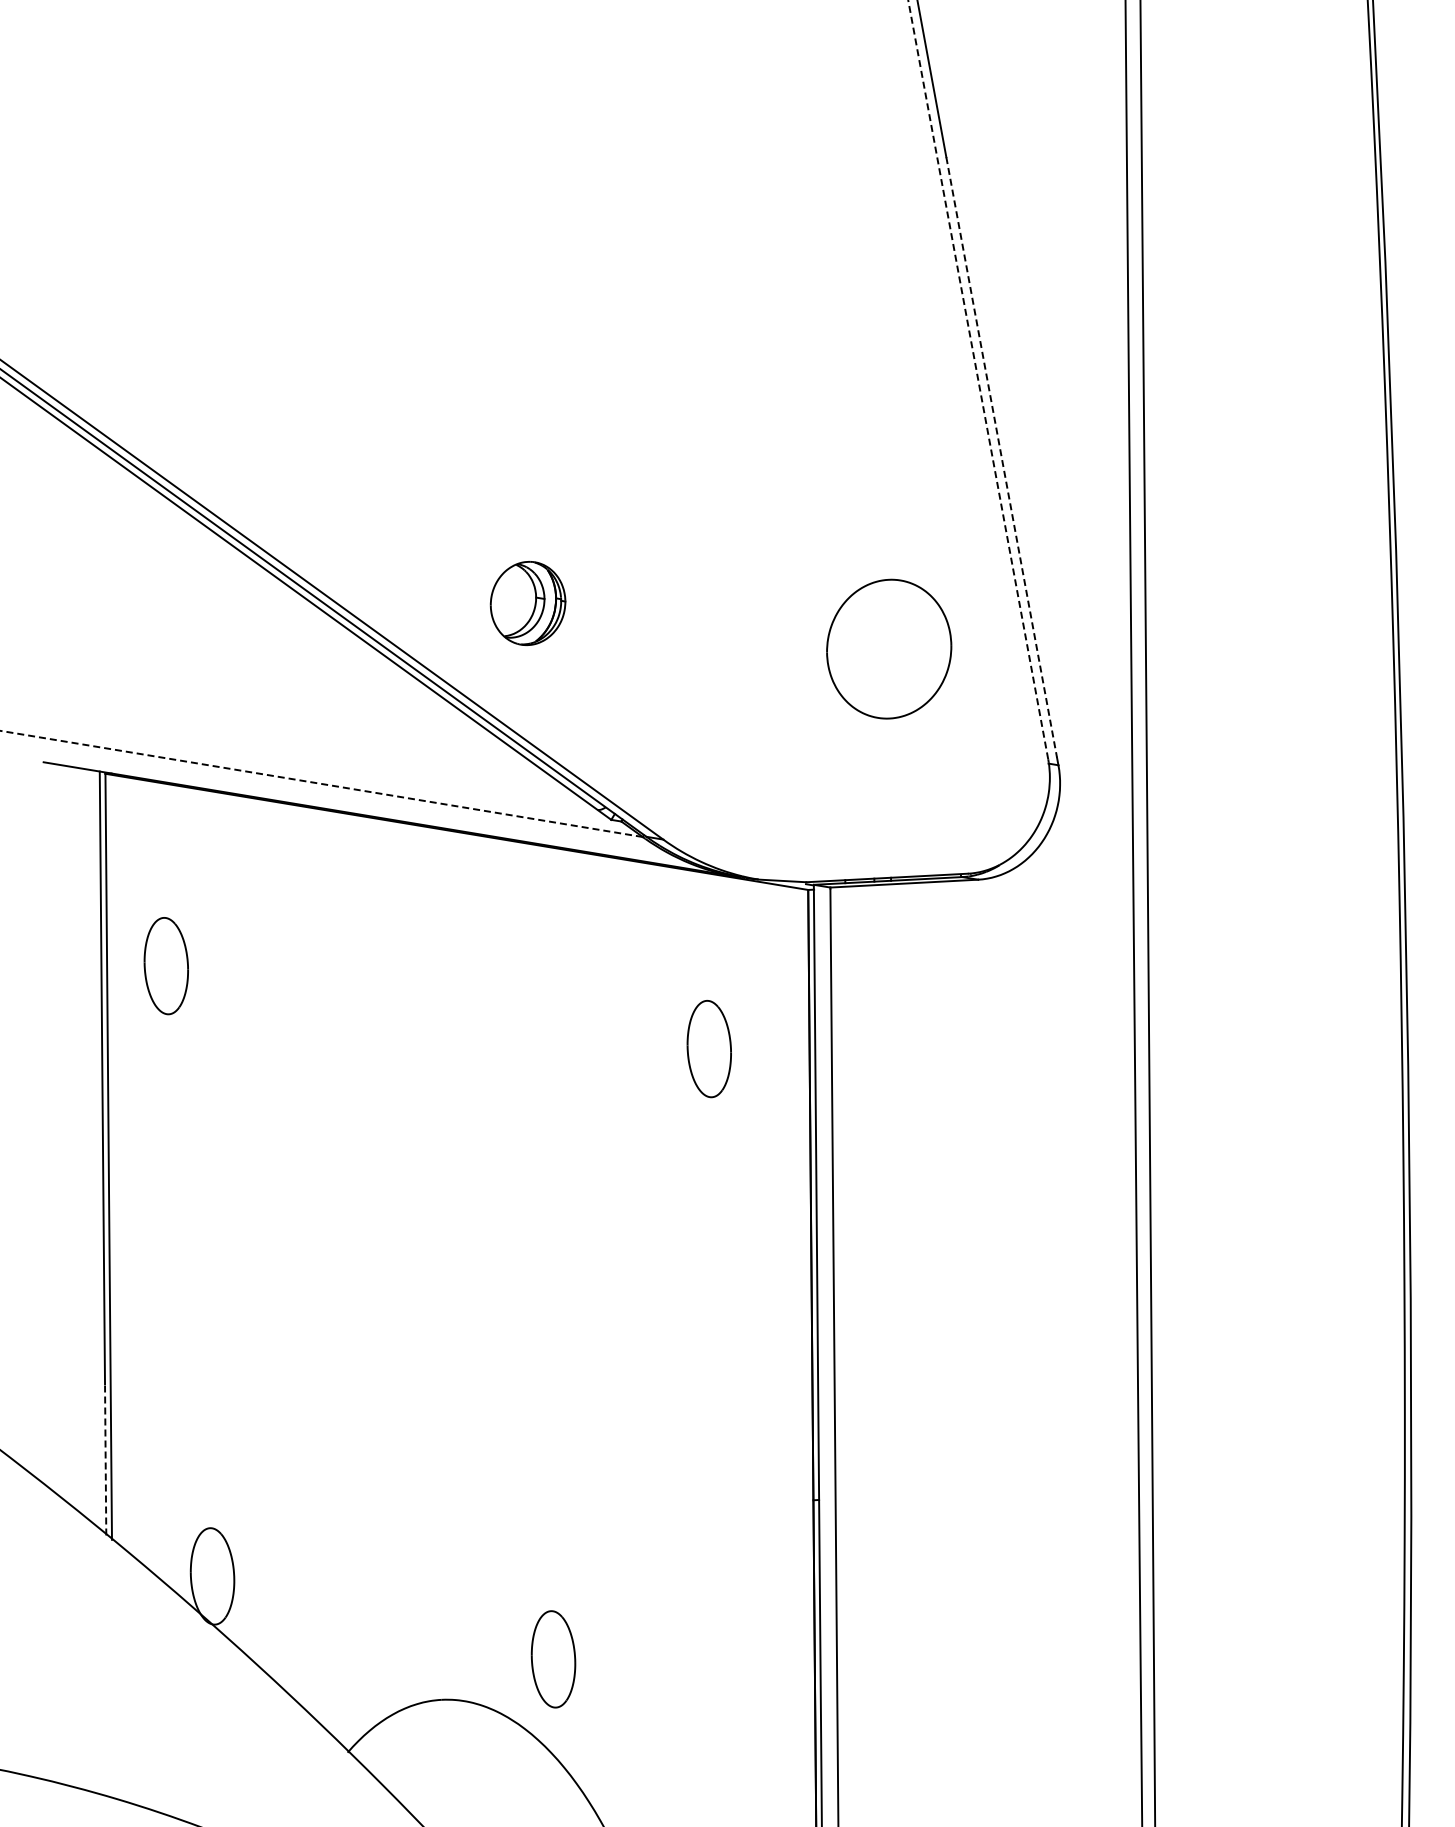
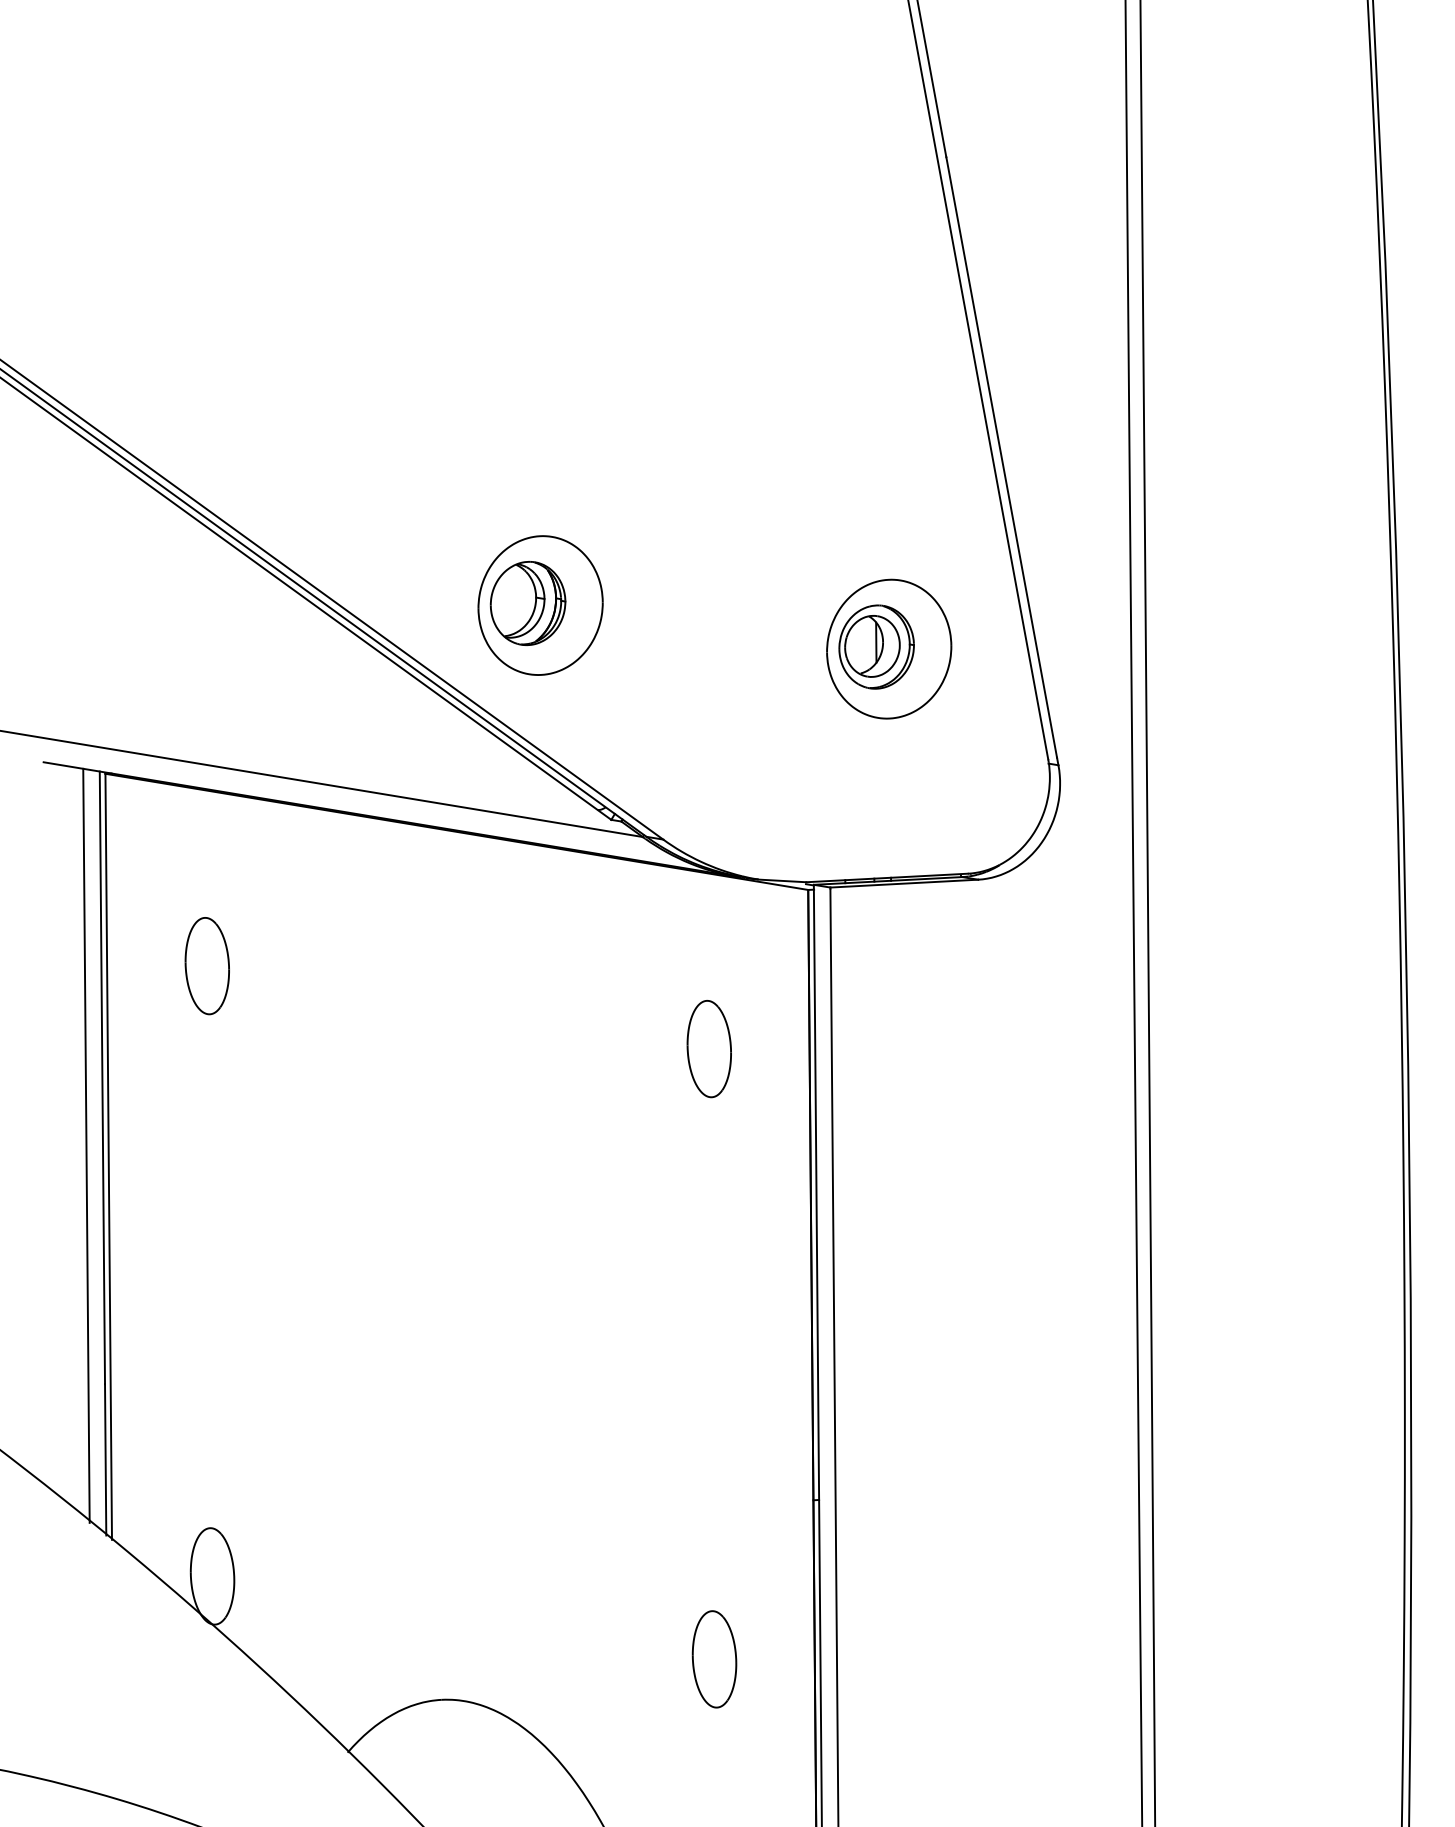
line at (978, 379): dashed -> solid
line at (1001, 457): dashed -> solid
part at (540, 605): none -> present
part at (876, 646): none -> present
line at (321, 783): dashed -> solid
part at (165, 966) position: (165, 966) -> (206, 966)
line at (86, 1145): none -> present
line at (105, 1459): dashed -> solid
part at (553, 1659) position: (553, 1659) -> (714, 1659)
